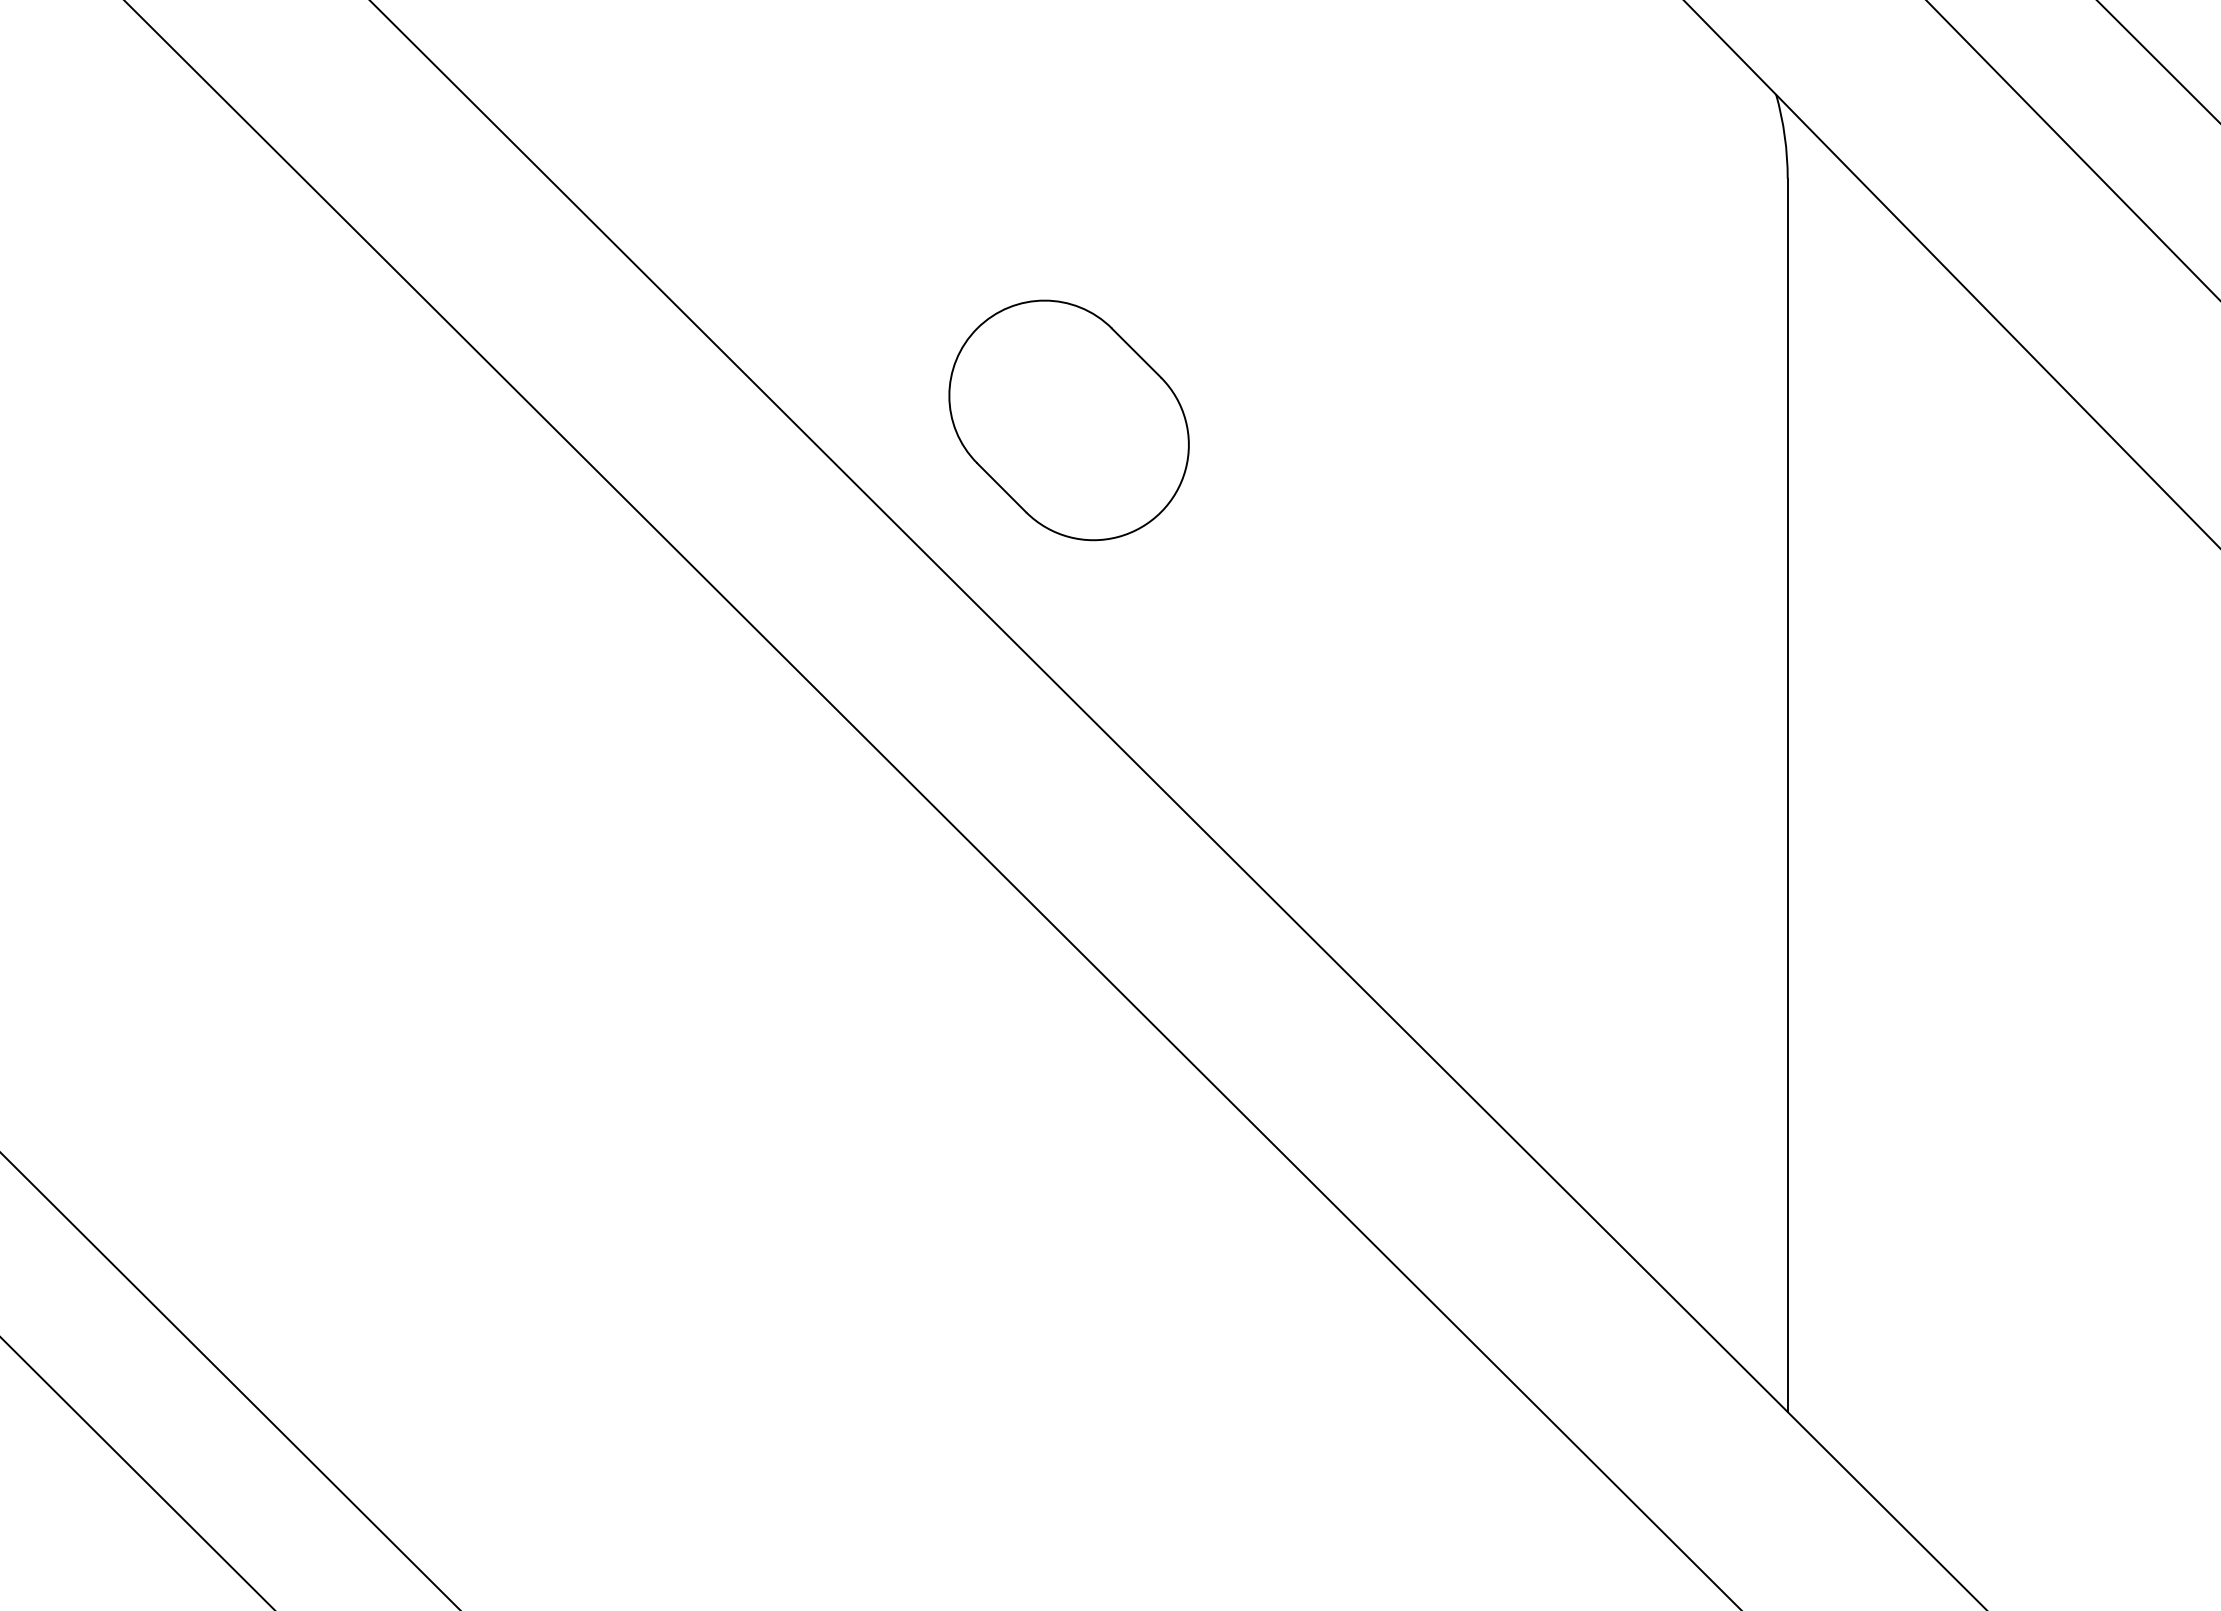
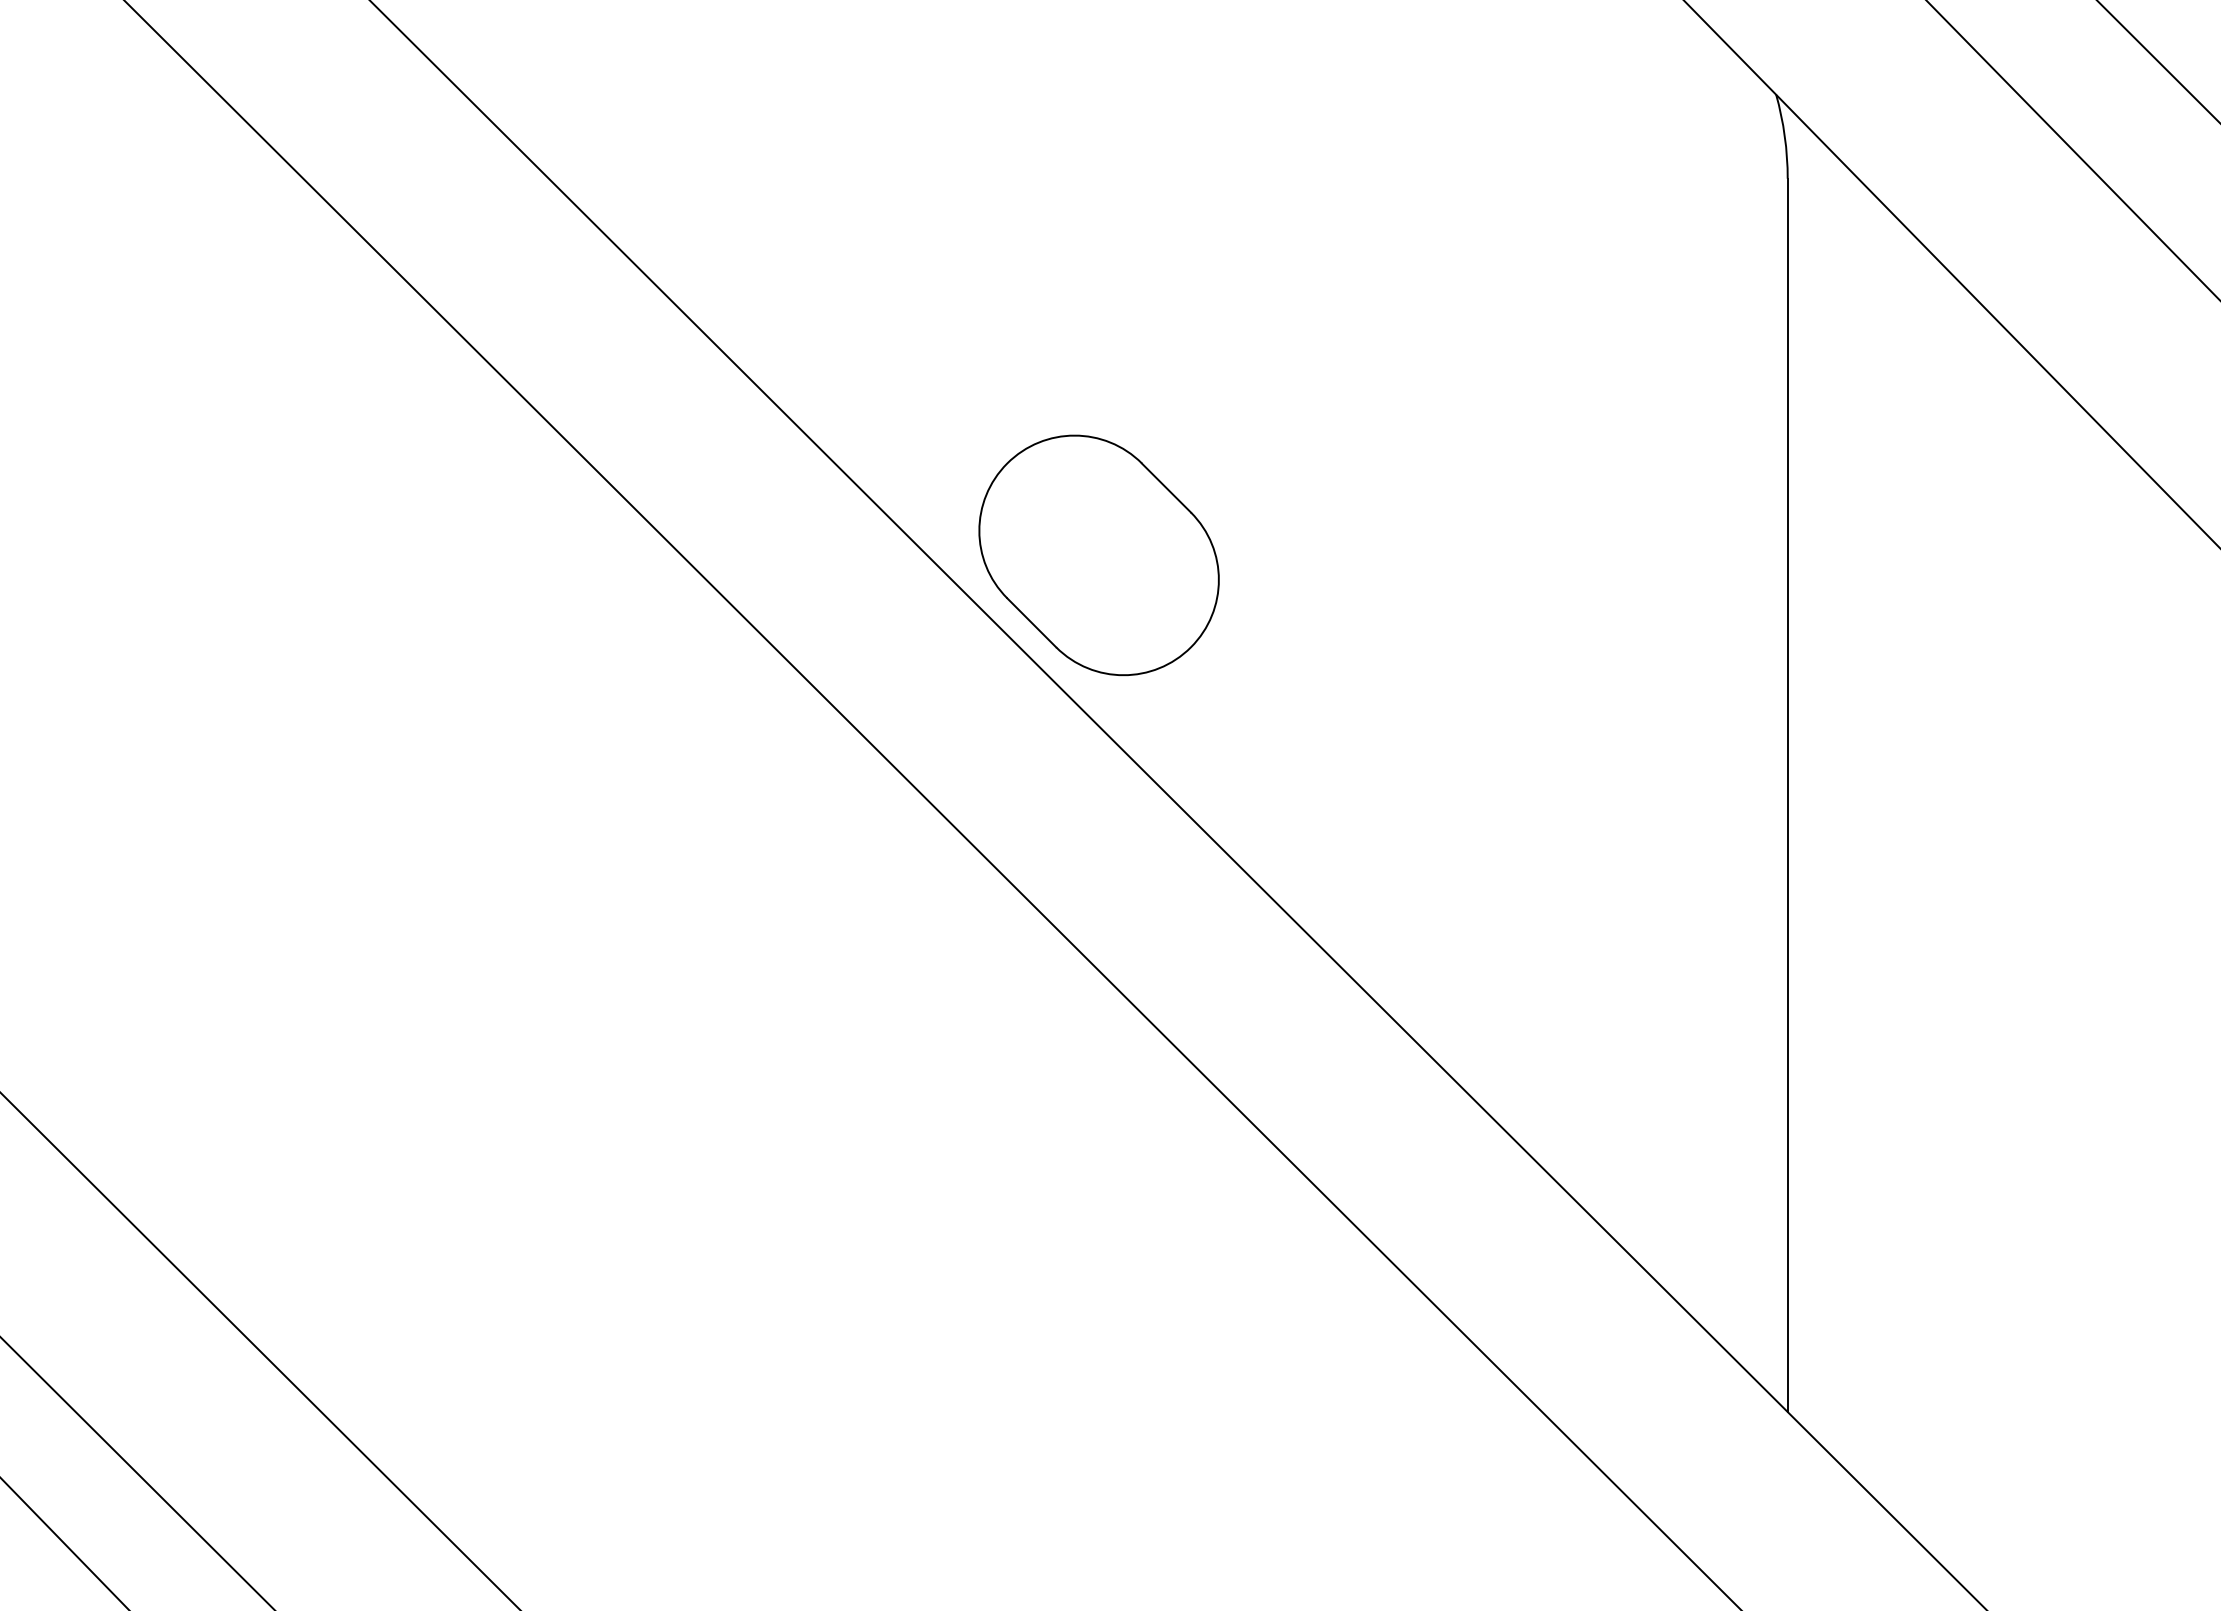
part at (1068, 419) position: (1068, 419) -> (1098, 554)
line at (229, 1380) position: (229, 1380) -> (259, 1350)
line at (64, 1543): none -> present
